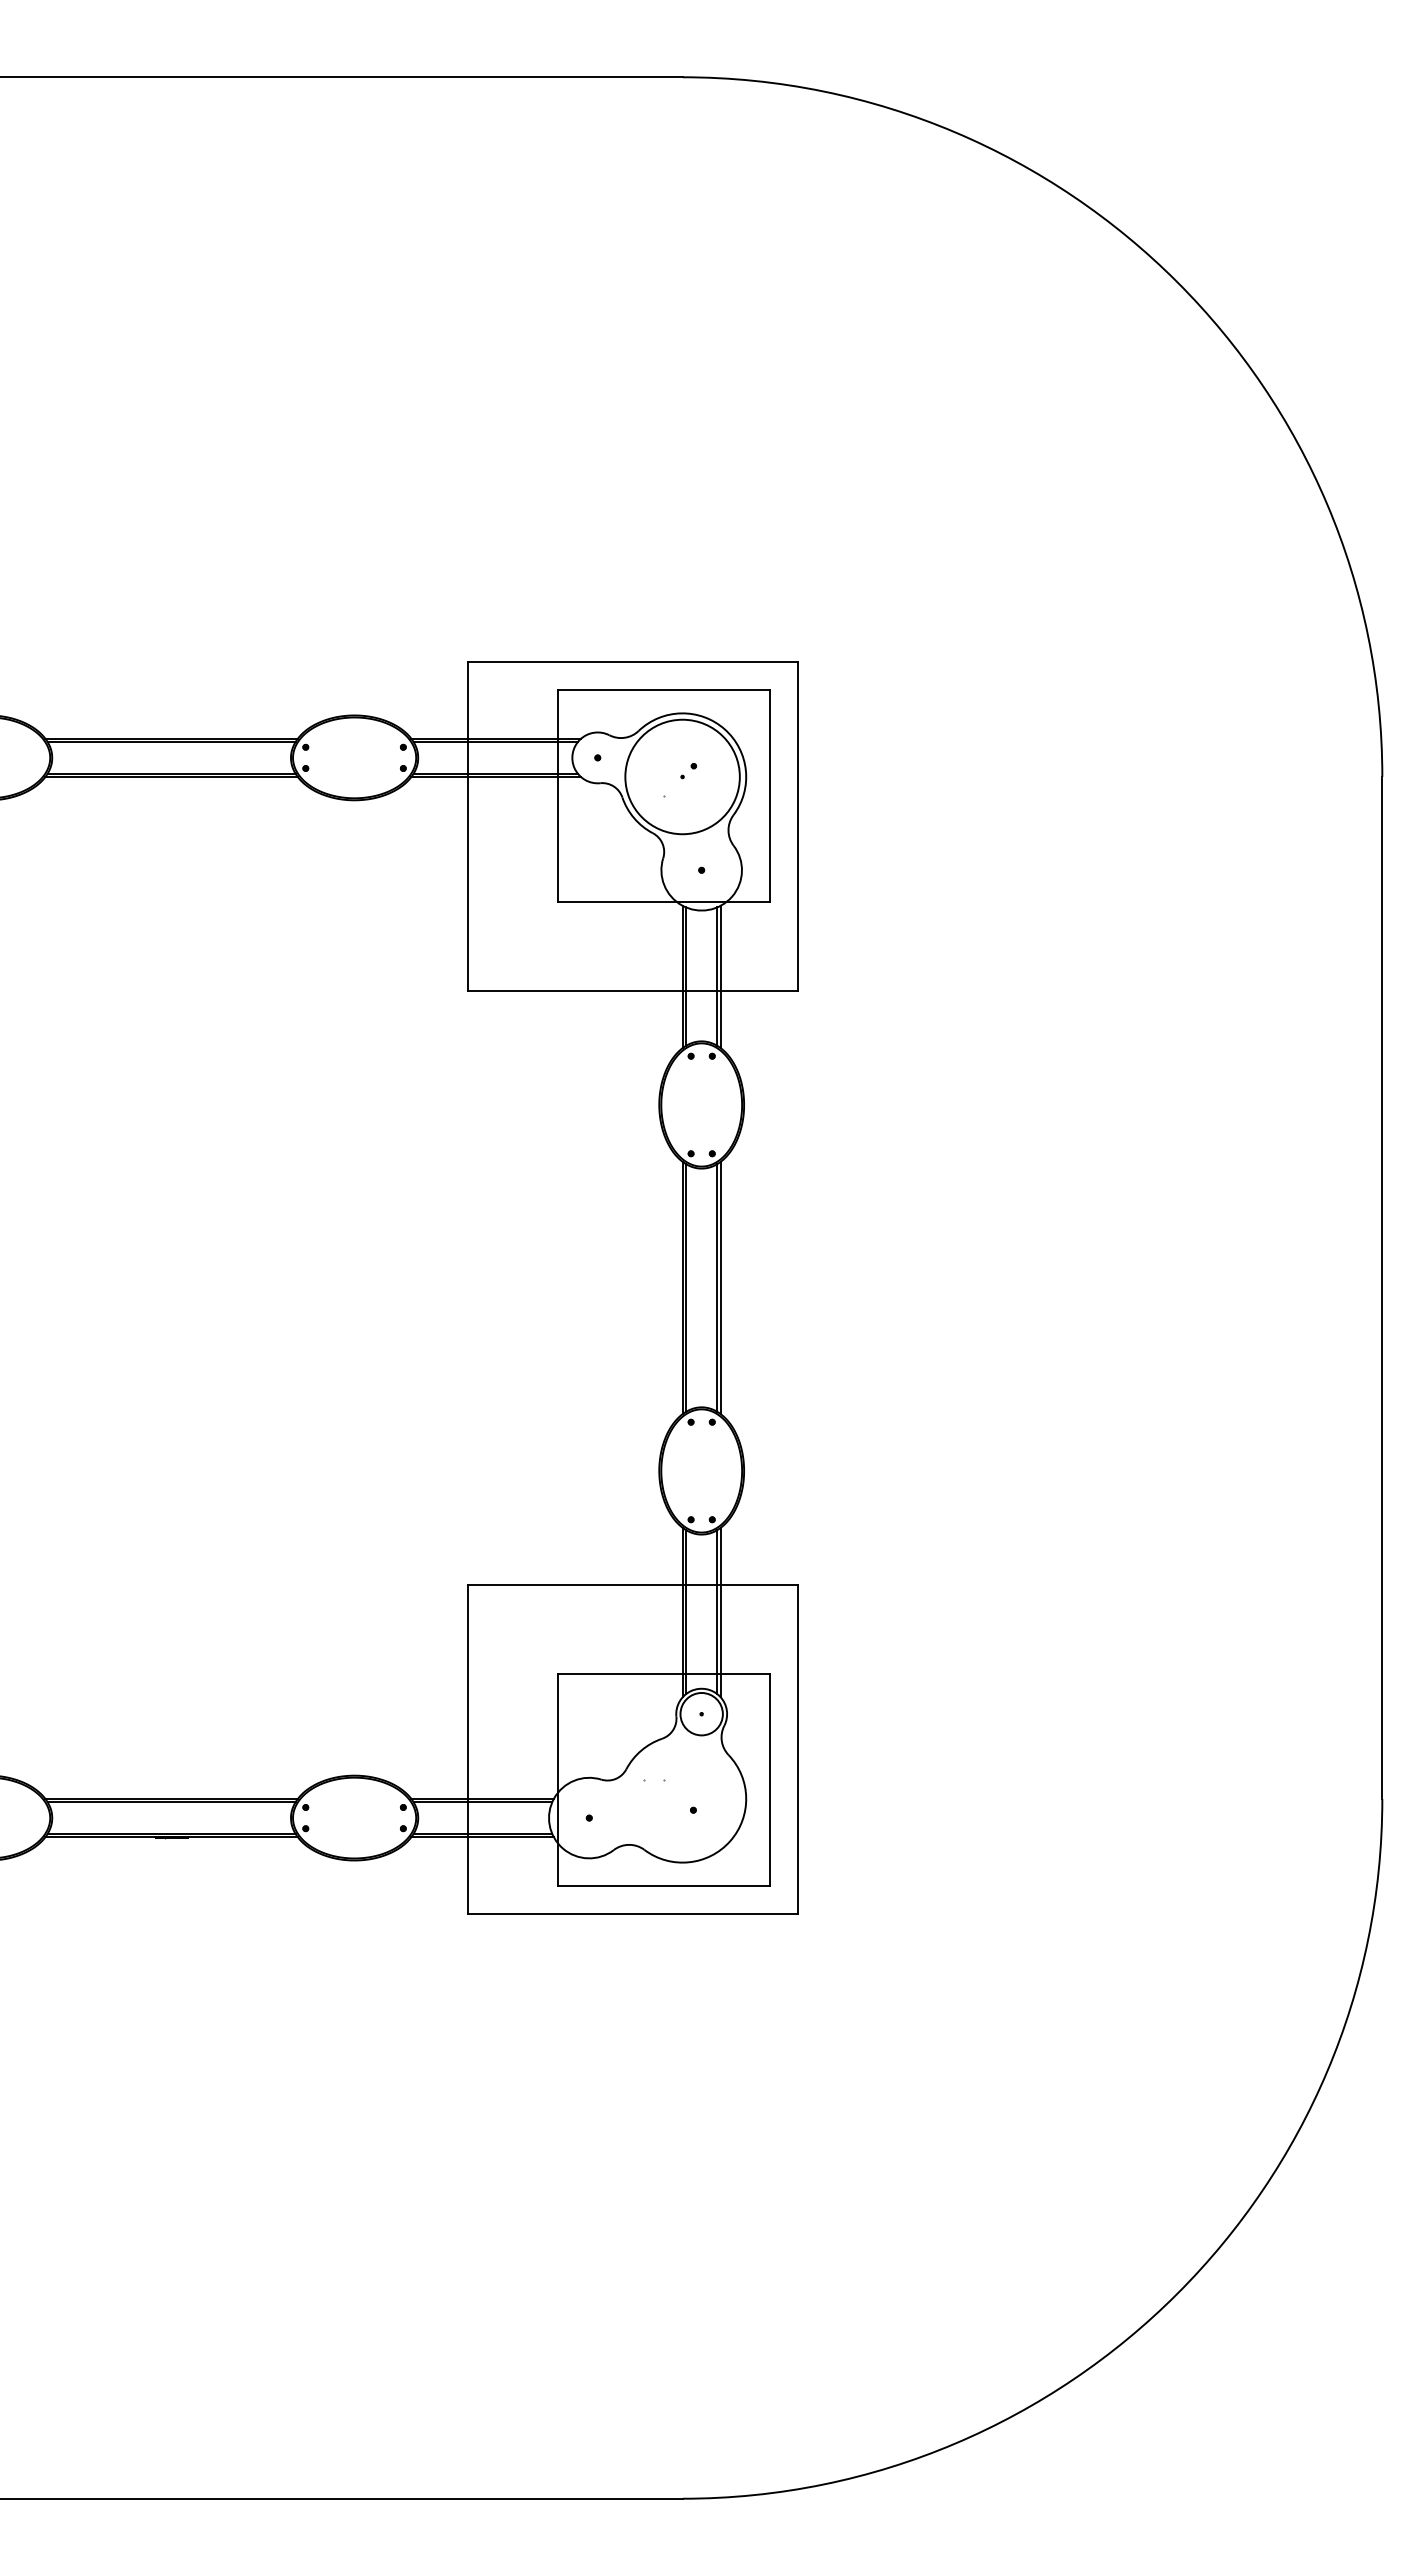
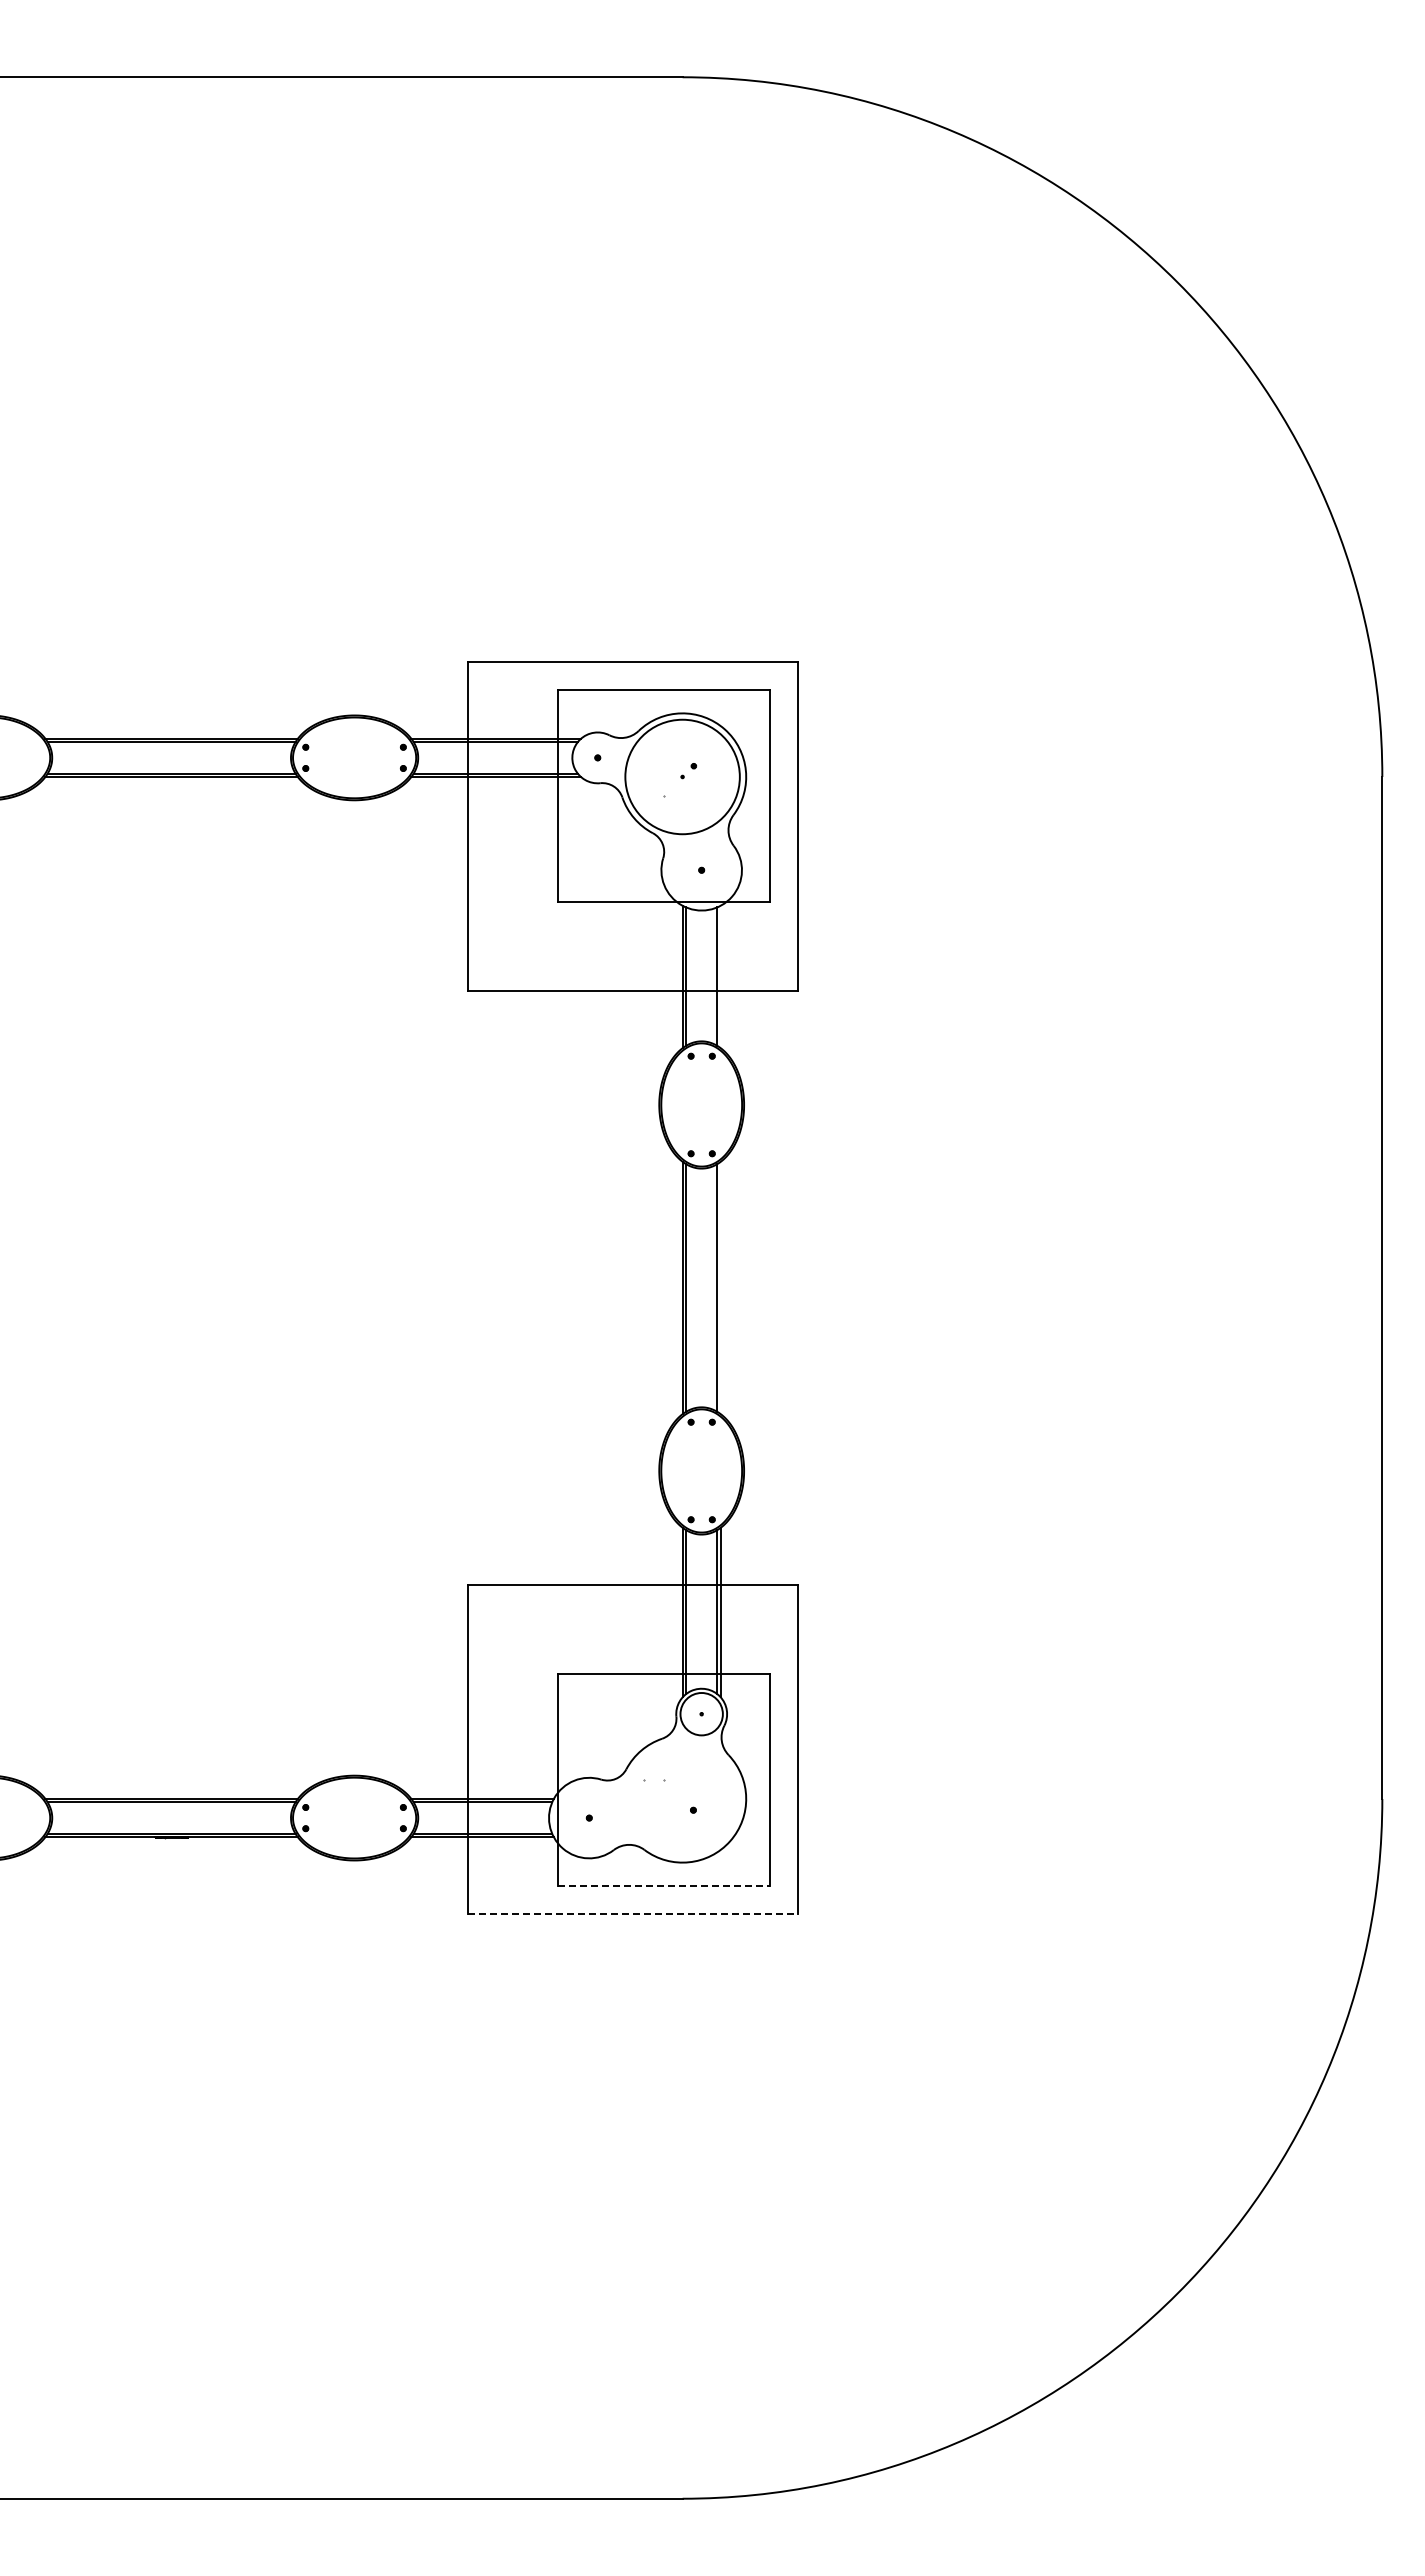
line at (720, 976): present -> none
line at (720, 1287): present -> none
line at (664, 1885): solid -> dashed
line at (633, 1914): solid -> dashed
